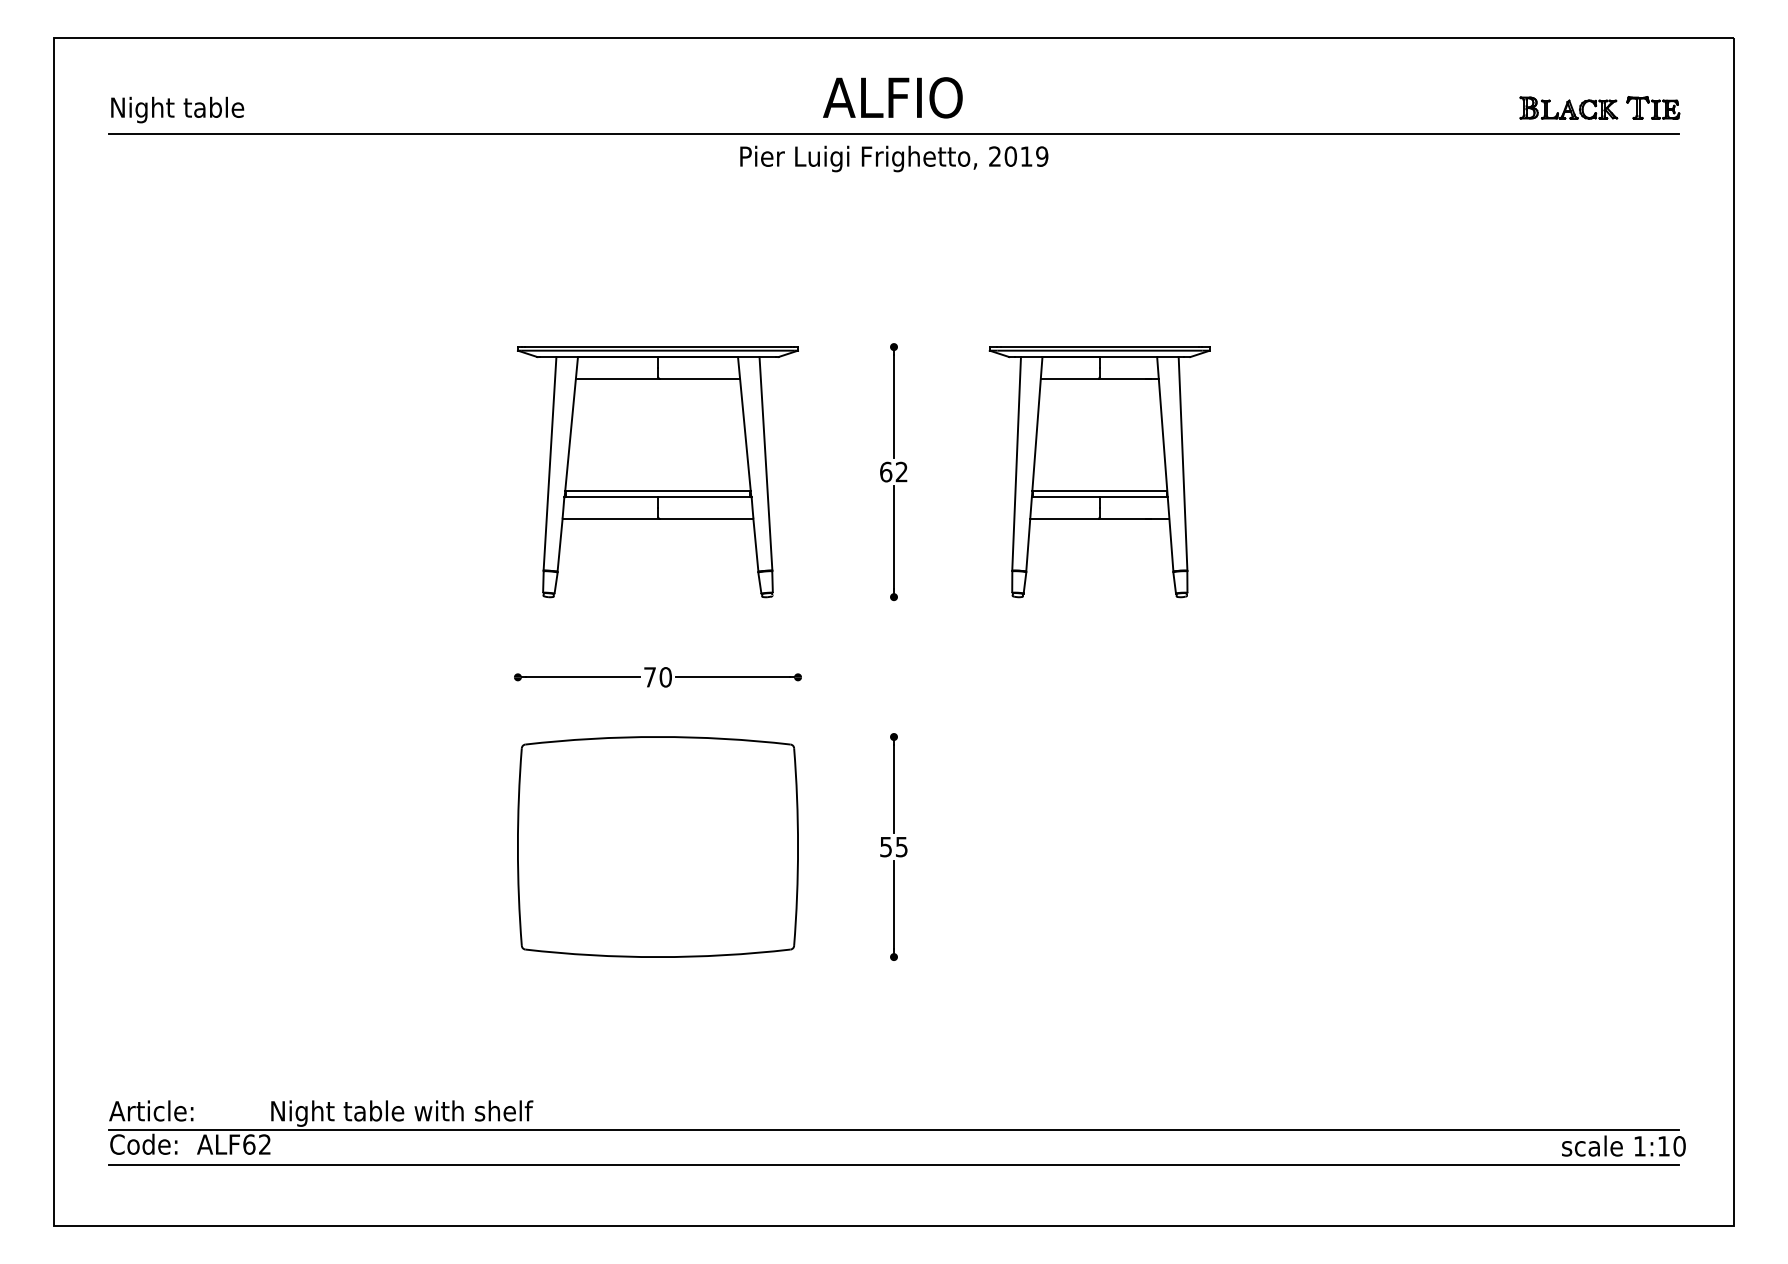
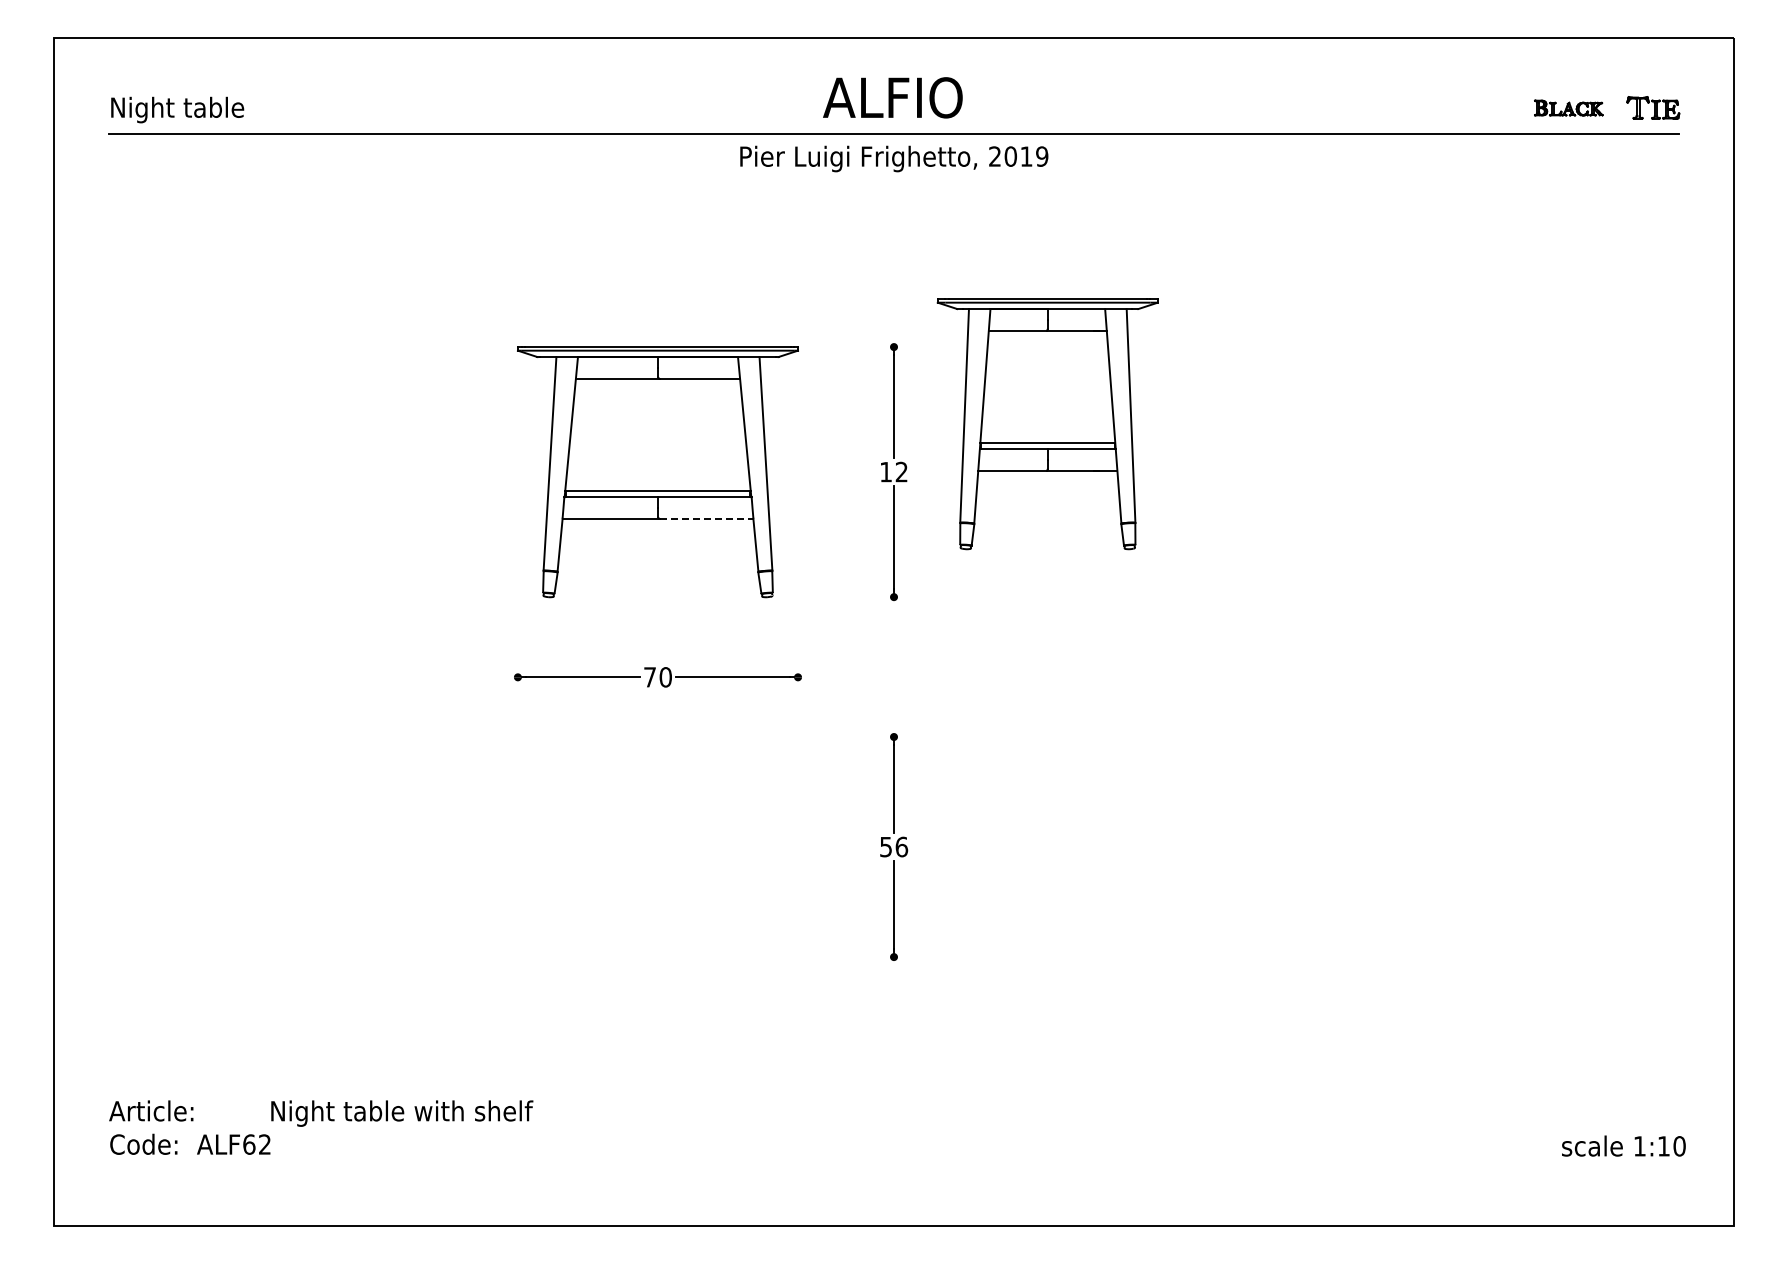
part at (1568, 107) size: 100x24 px -> 70x18 px
text at (886, 471): 62 -> 12
part at (1099, 472) position: (1099, 472) -> (1047, 424)
line at (706, 518): solid -> dashed
part at (657, 846): present -> none
text at (901, 846): 55 -> 56
line at (893, 1130): present -> none
line at (893, 1164): present -> none
